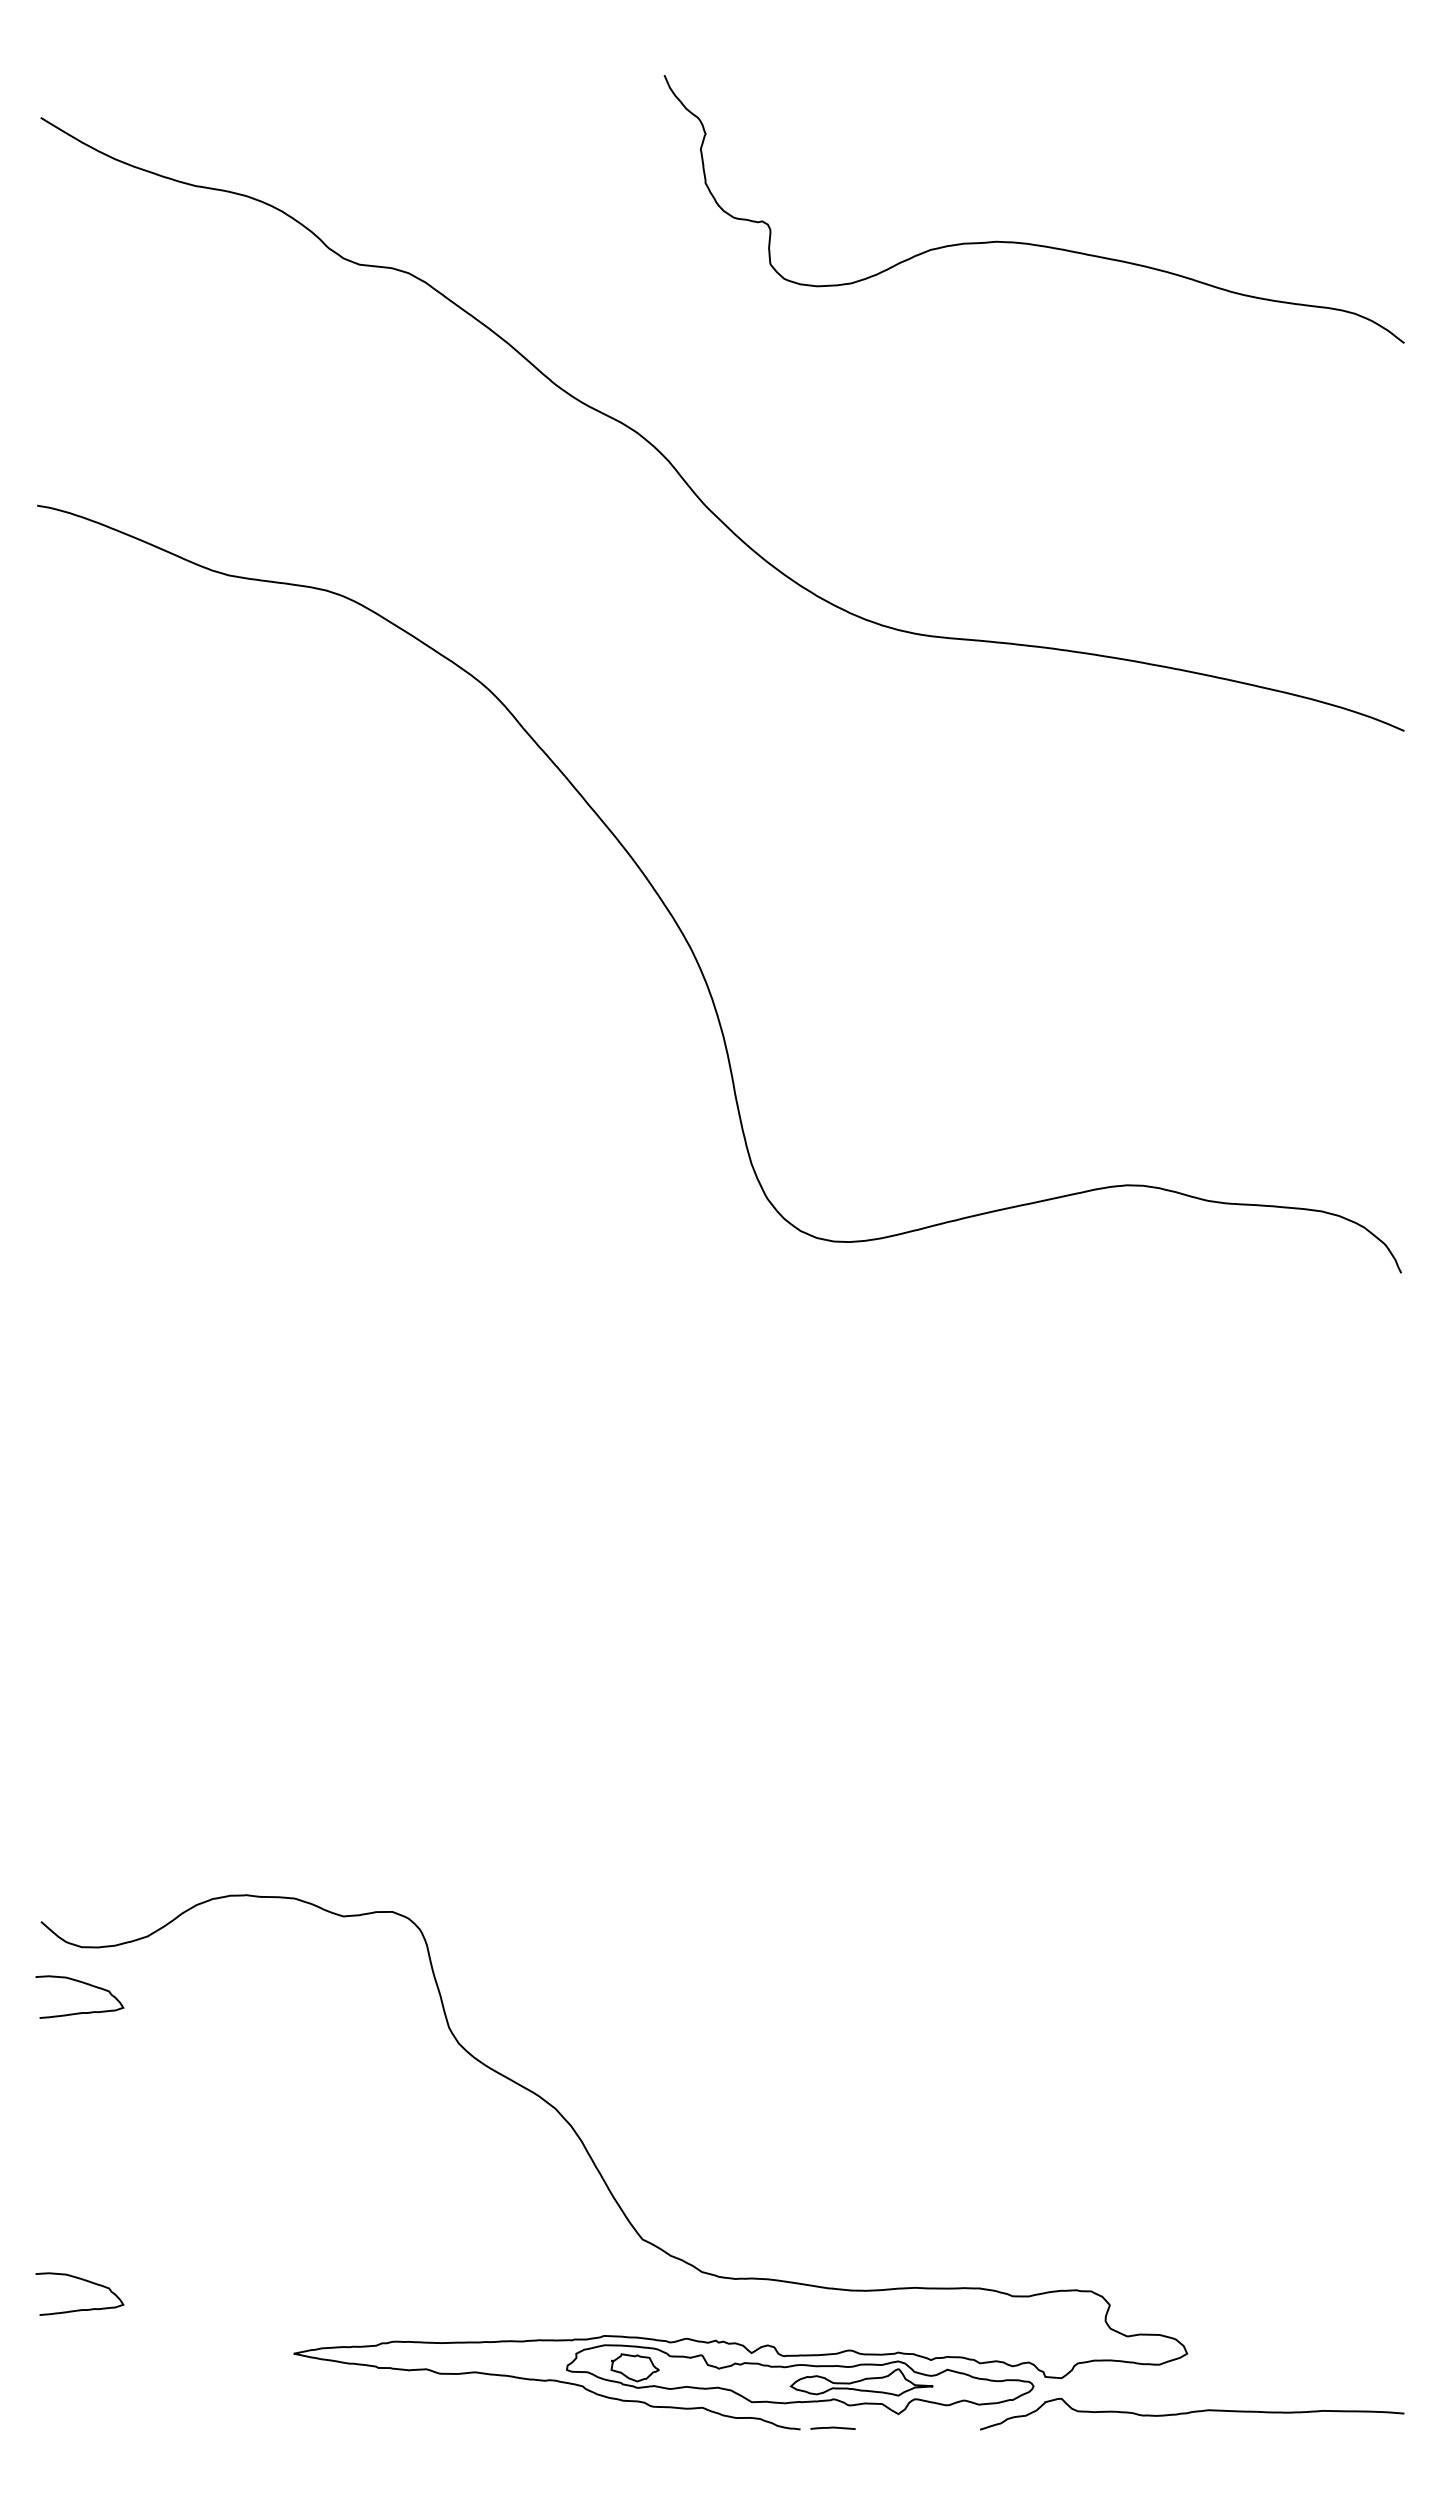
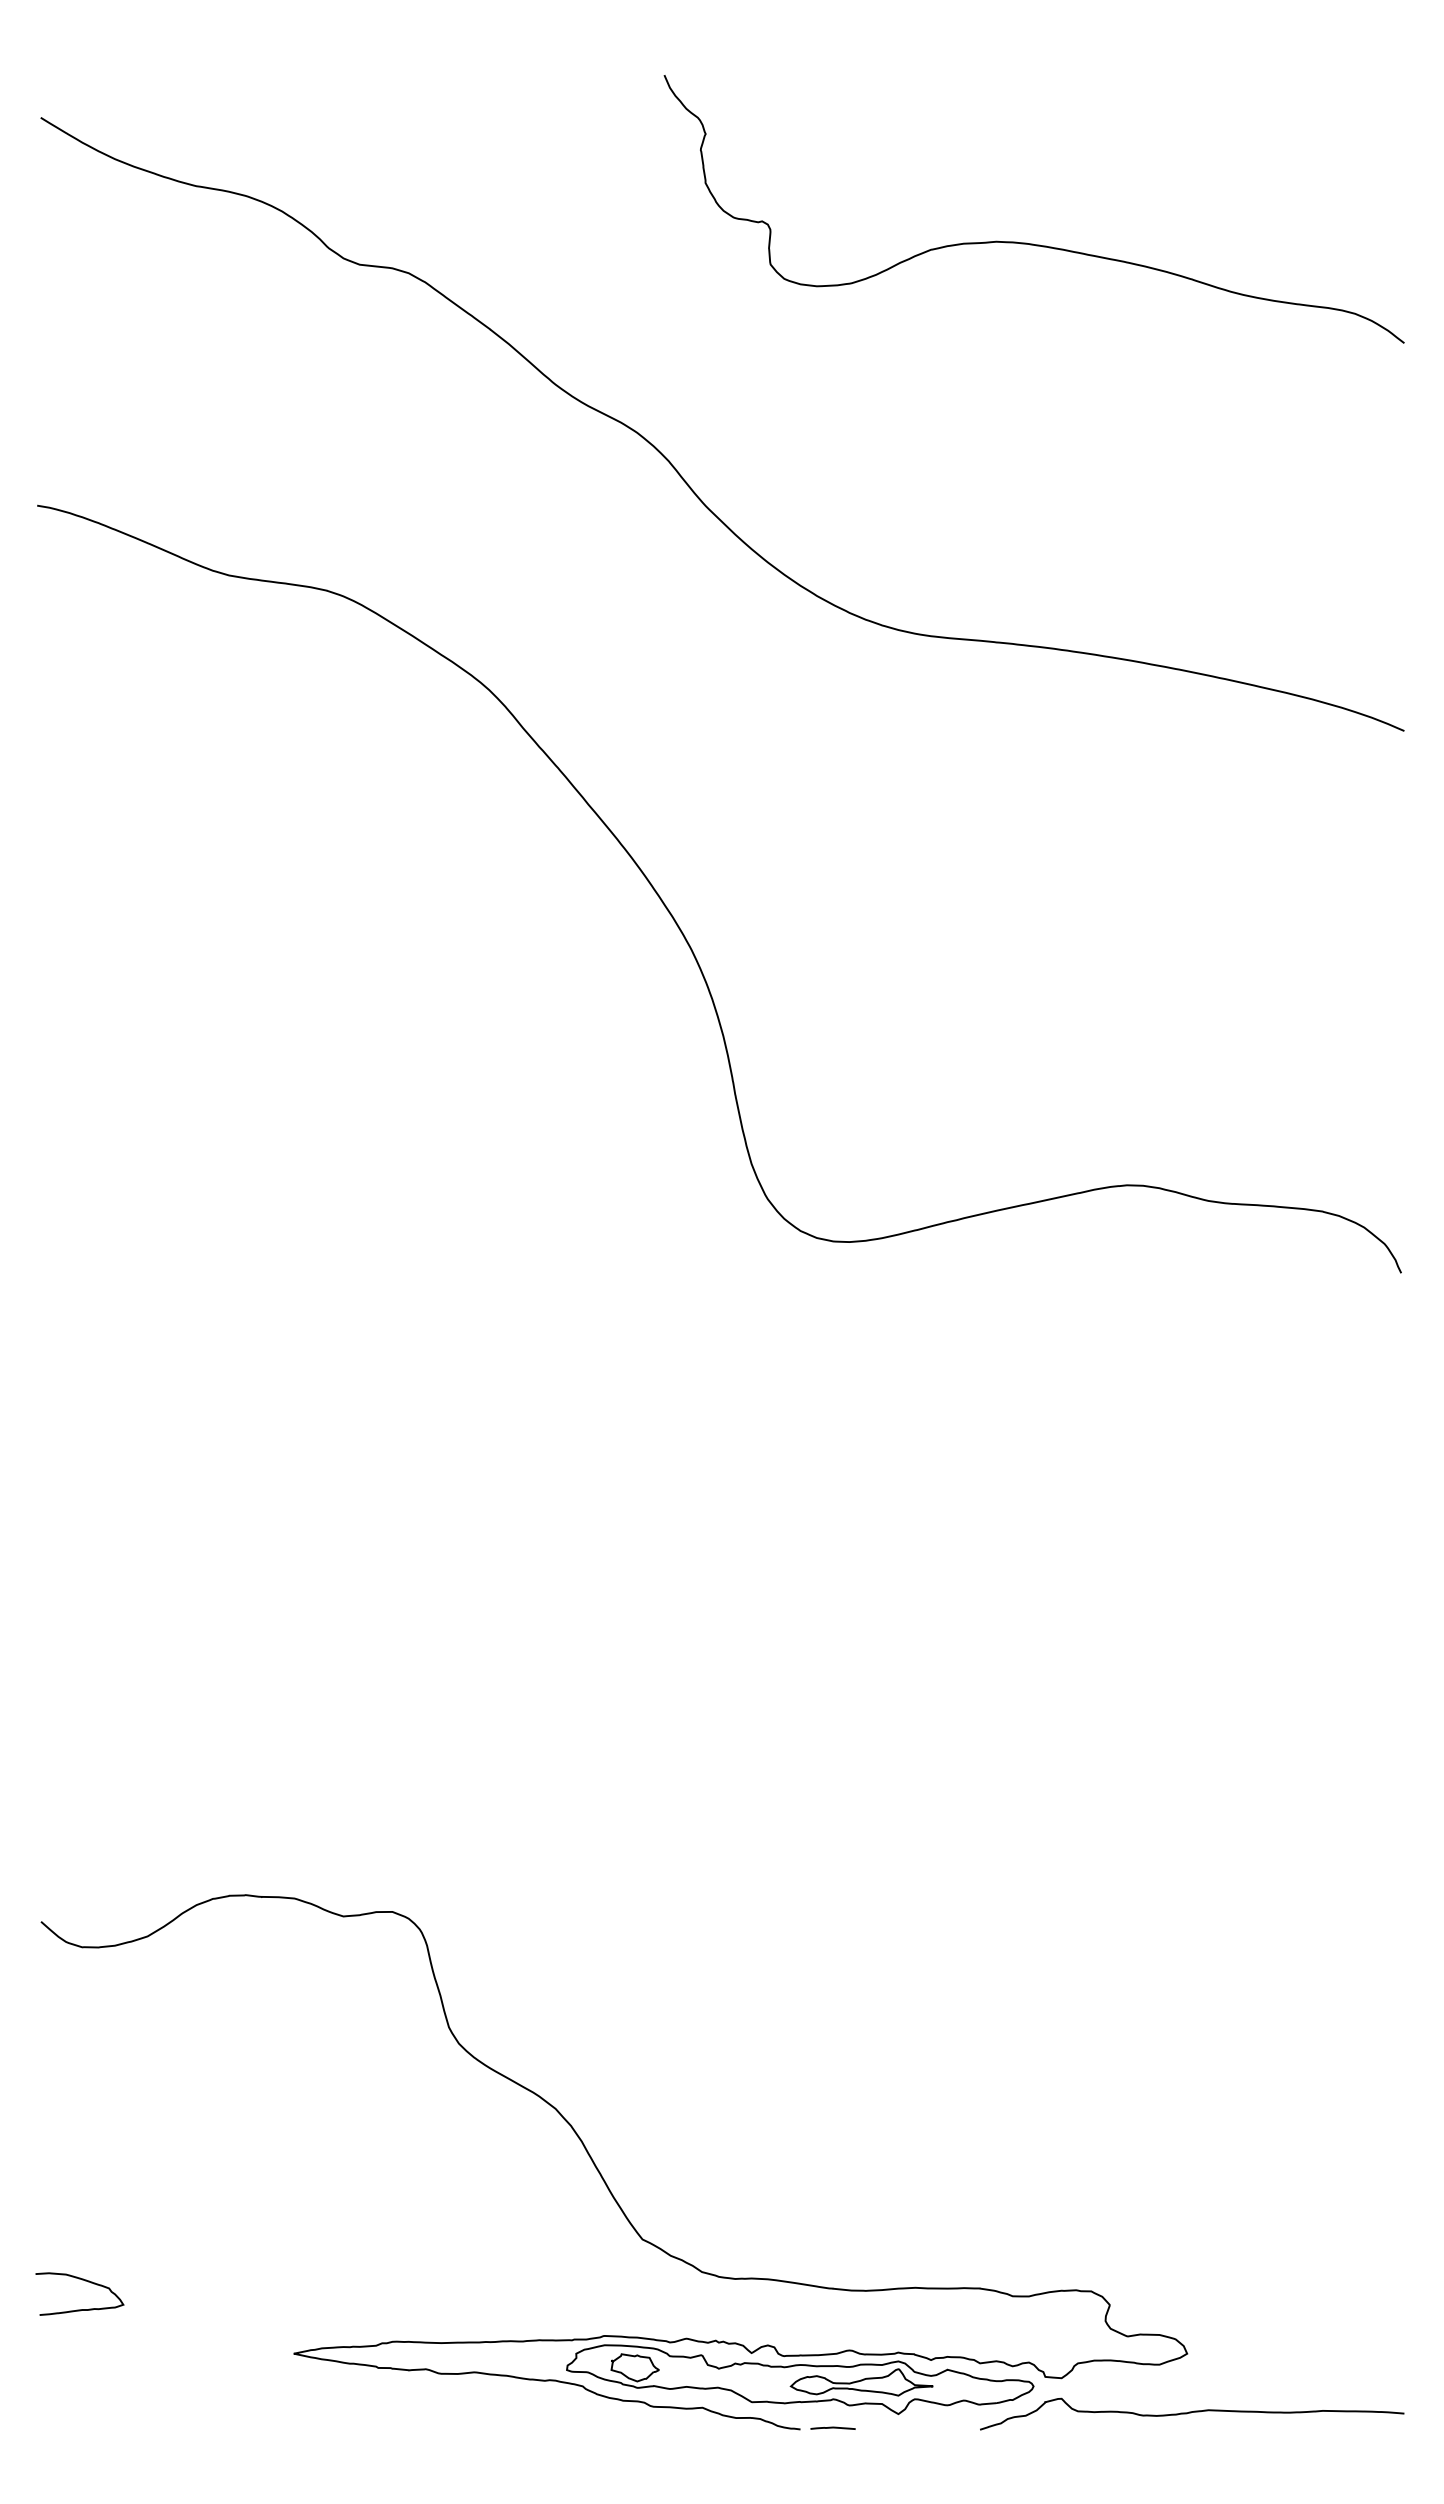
curve at (82, 1983): present -> none
